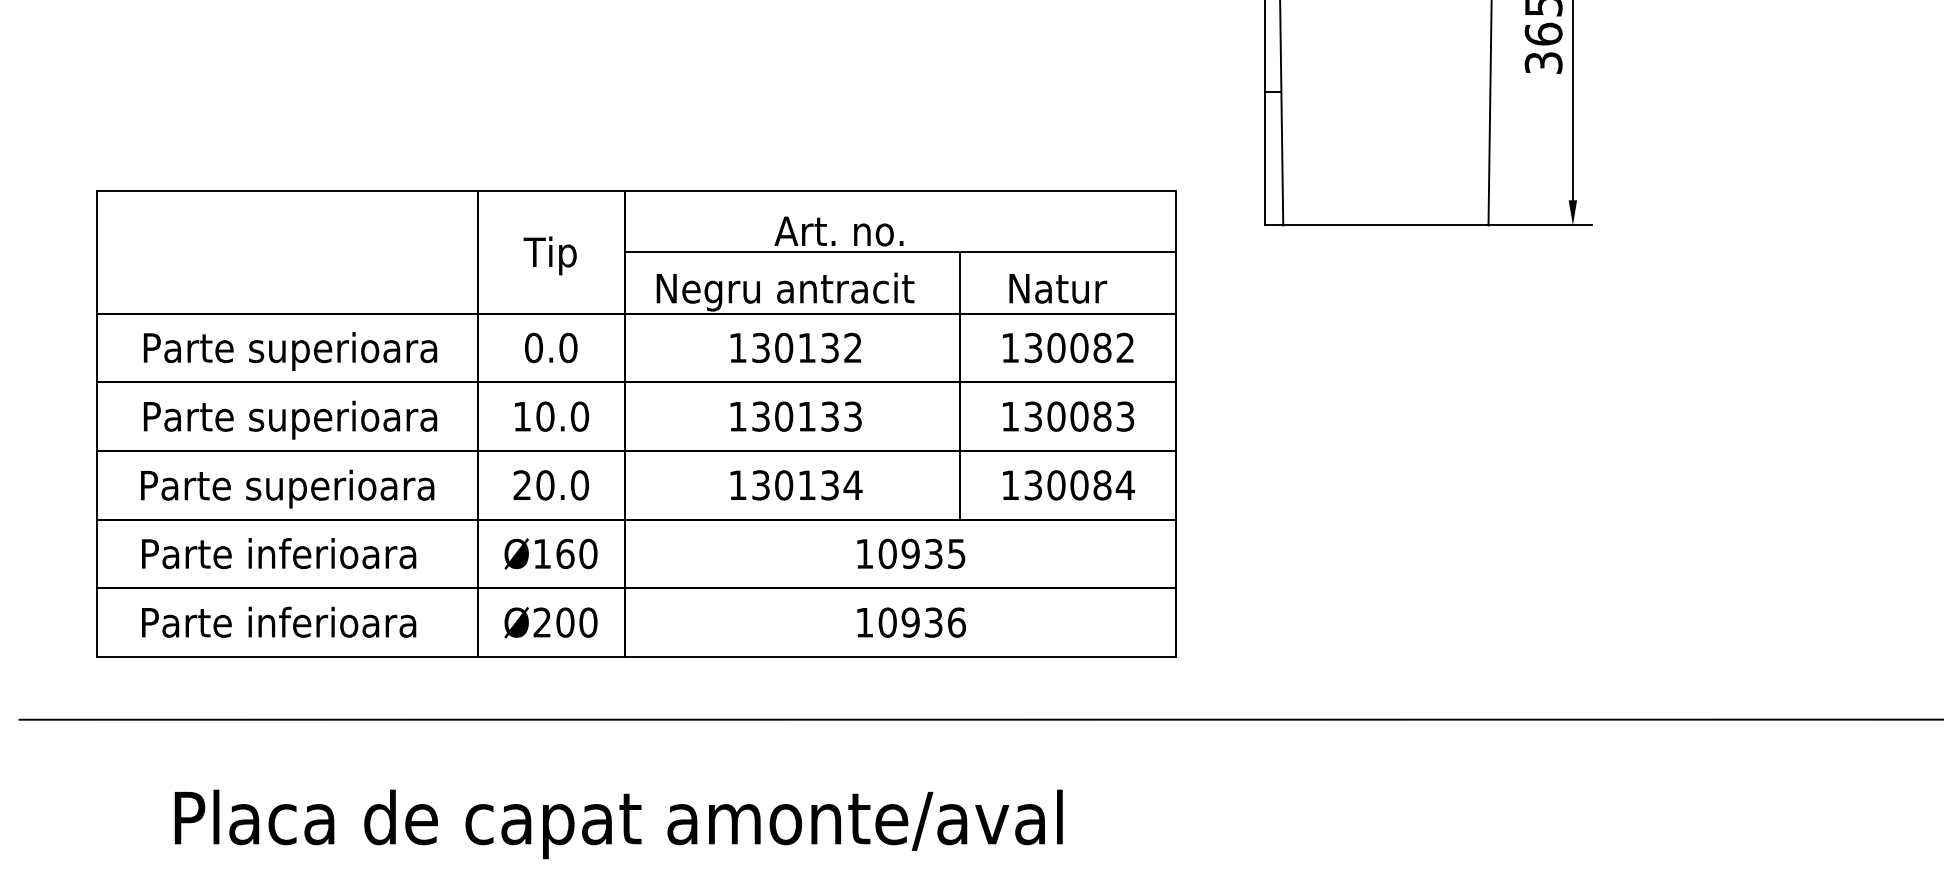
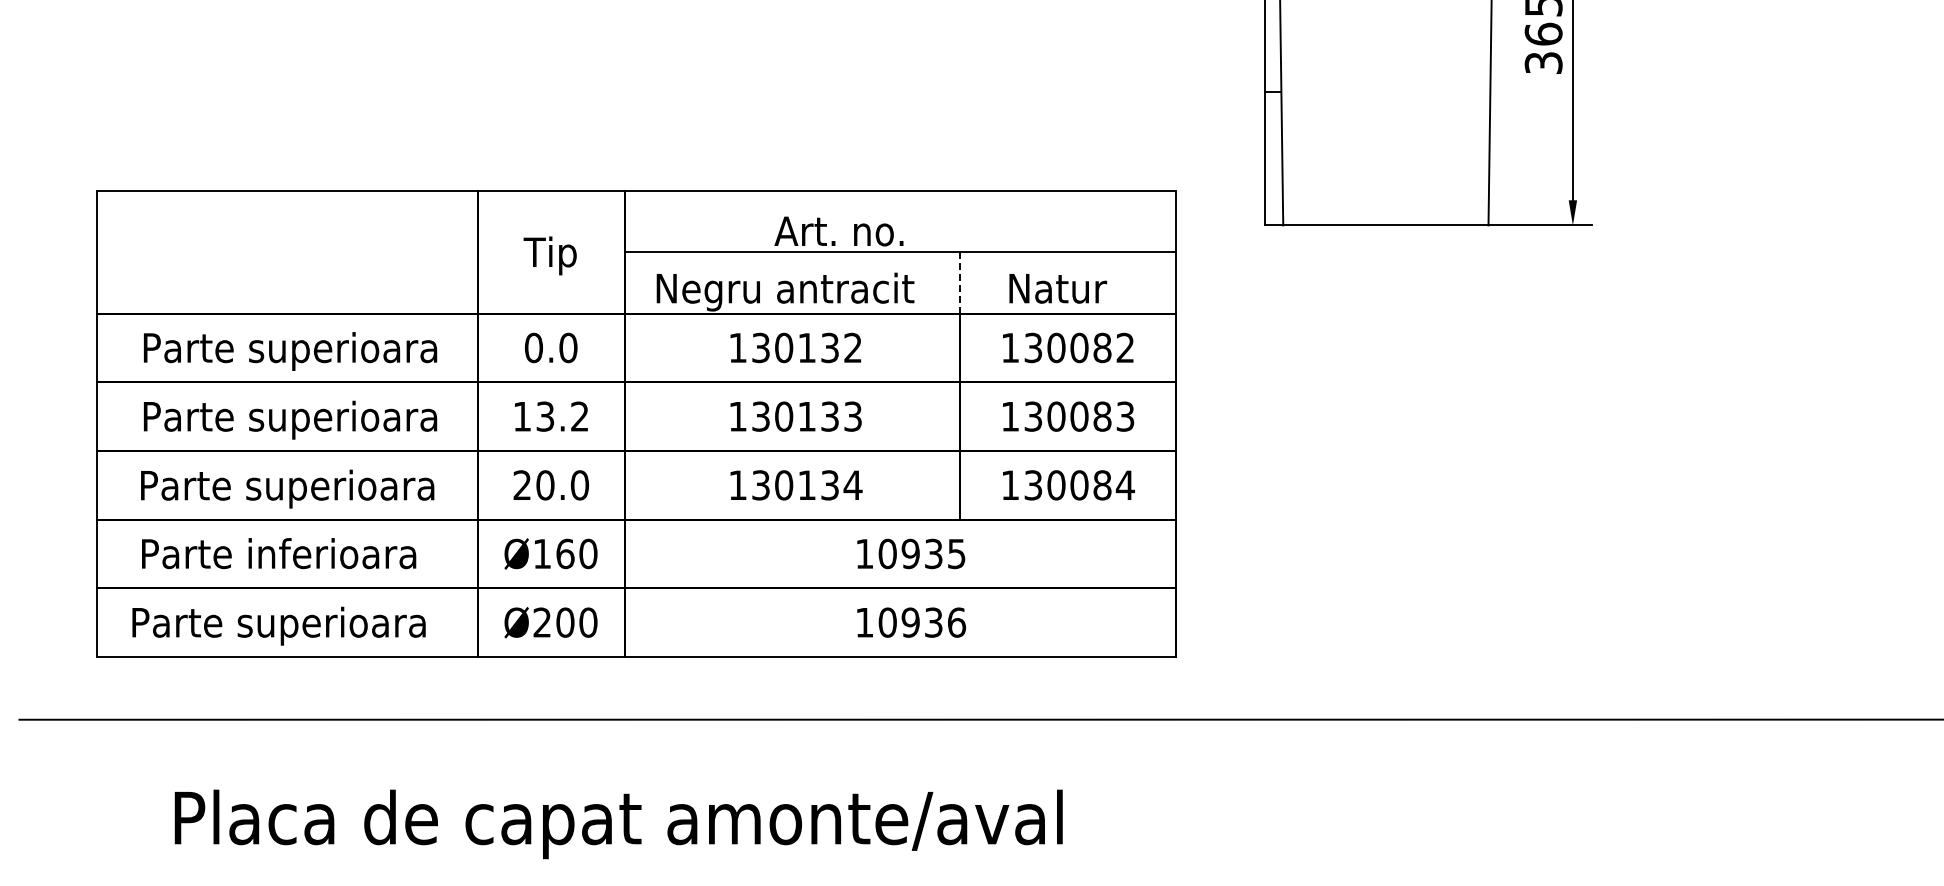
line at (959, 283): solid -> dashed
text at (562, 416): 10.0 -> 13.2
text at (278, 625): Parte inferioara -> Parte superioara
